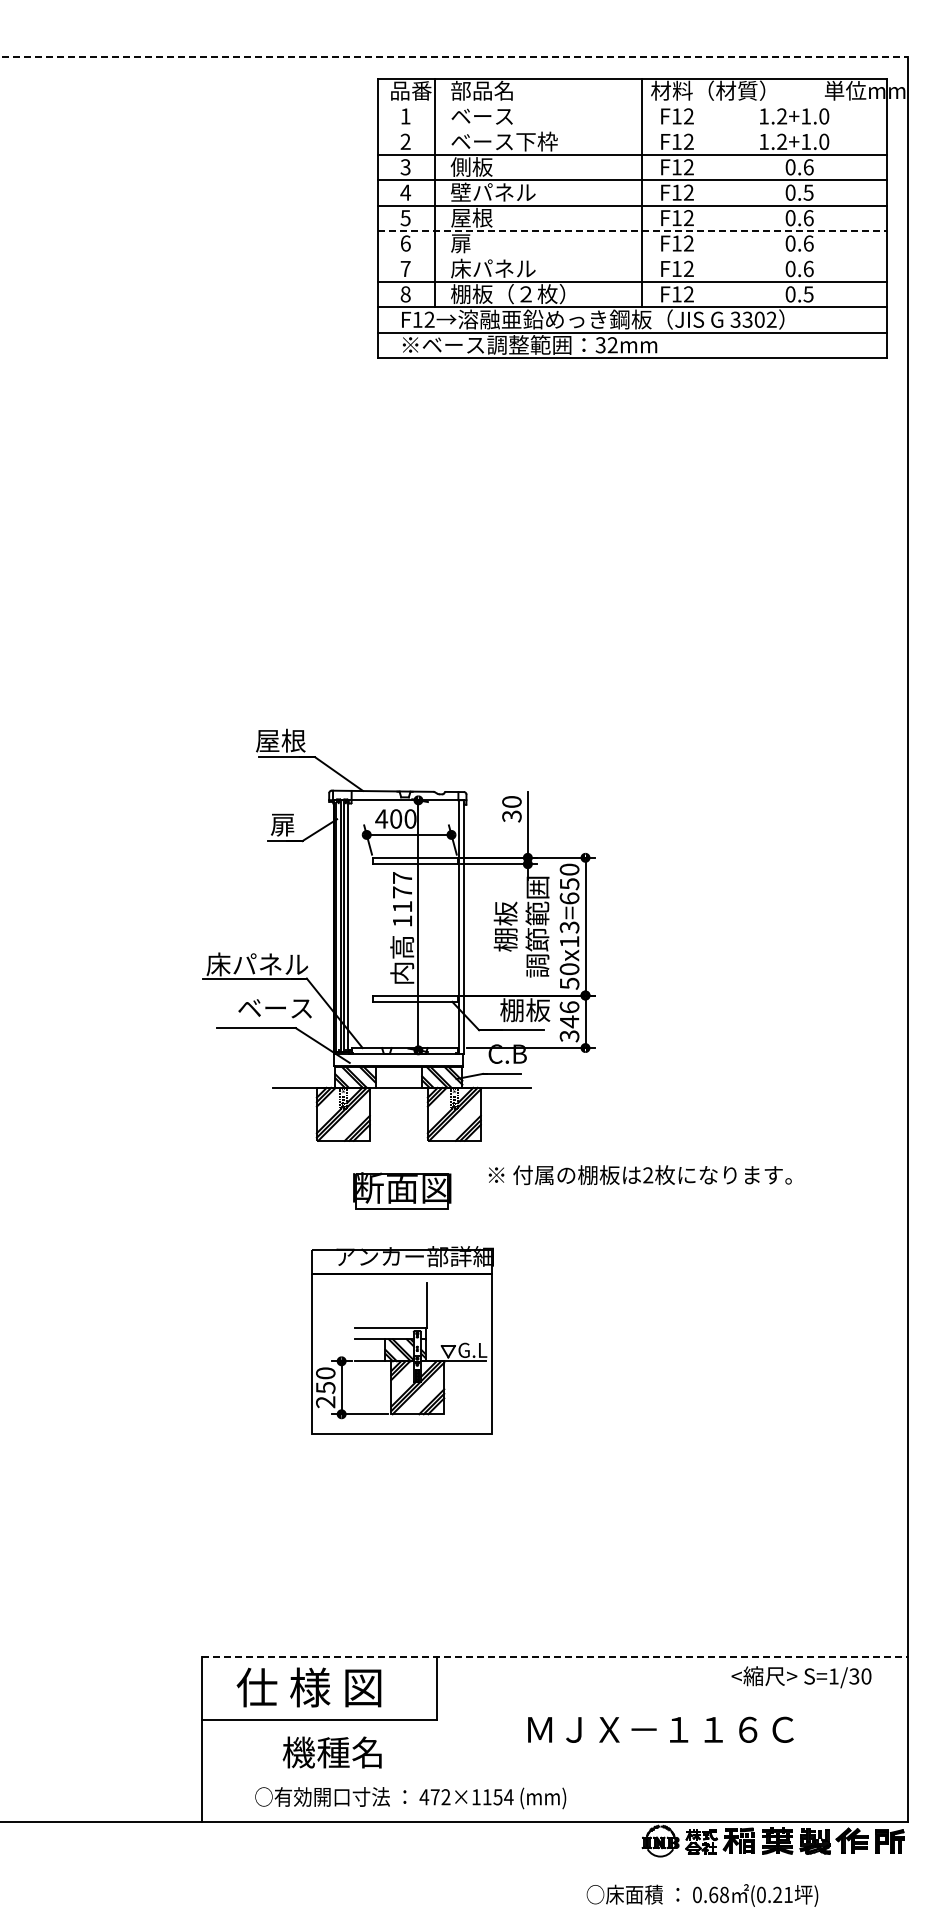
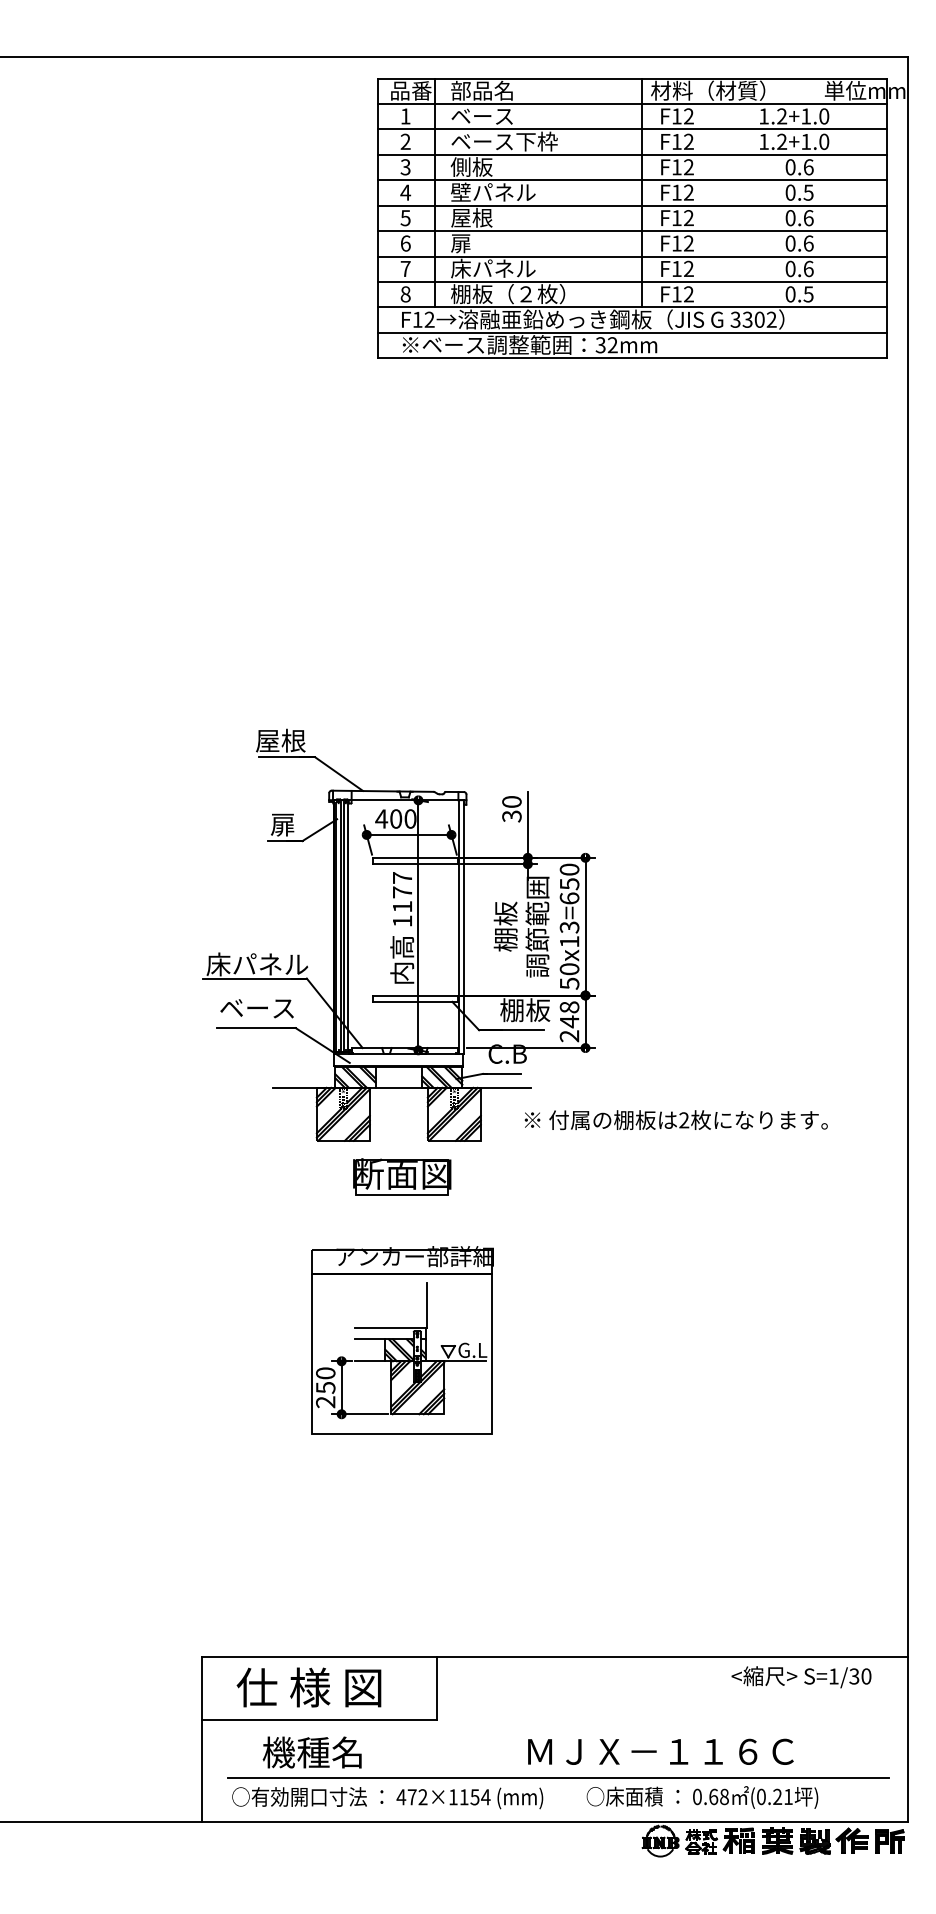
line at (454, 57): dashed -> solid
line at (632, 104): none -> present
line at (632, 129): none -> present
line at (632, 231): dashed -> solid
line at (632, 256): none -> present
text at (274, 1008) position: (274, 1008) -> (256, 1008)
text at (569, 1021): 346 -> 248
text at (639, 1175) position: (639, 1175) -> (675, 1120)
part at (402, 1190) position: (402, 1190) -> (402, 1176)
line at (555, 1656): dashed -> solid
text at (660, 1729) position: (660, 1729) -> (660, 1751)
text at (331, 1752) position: (331, 1752) -> (311, 1752)
line at (557, 1777): none -> present
text at (410, 1798) position: (410, 1798) -> (387, 1798)
text at (702, 1895) position: (702, 1895) -> (702, 1797)
